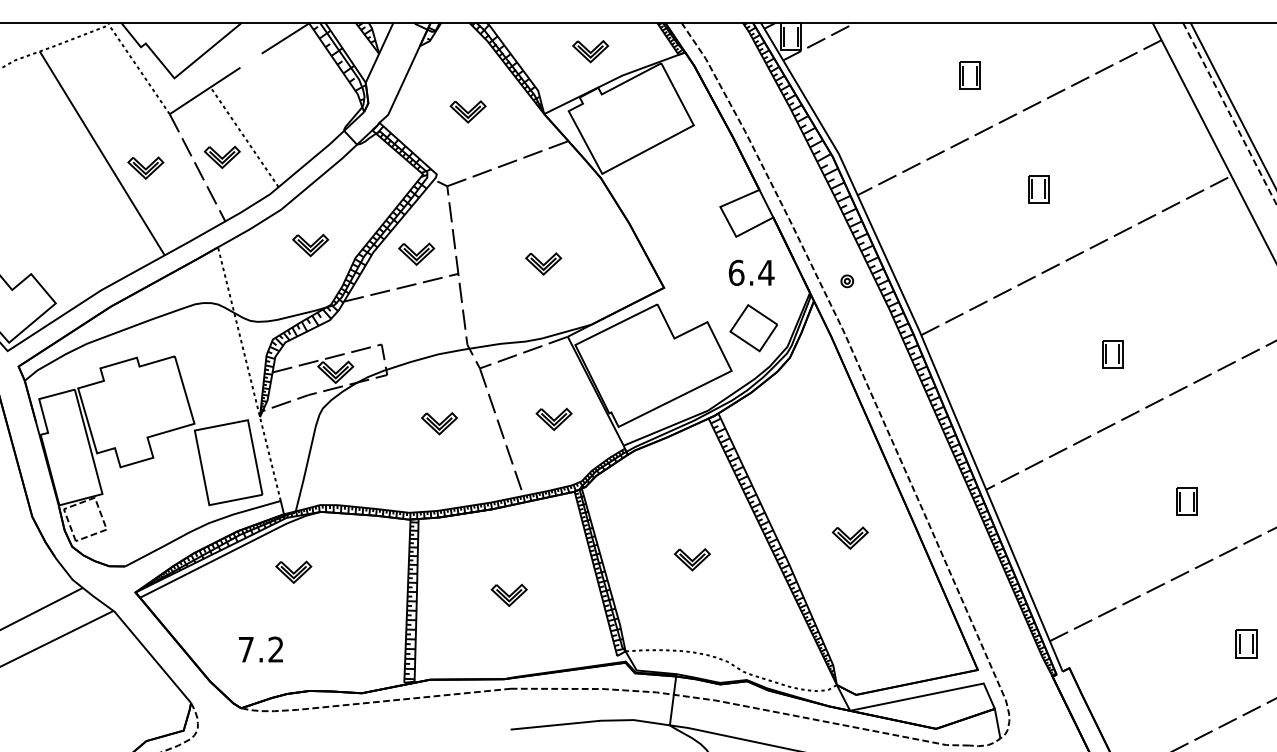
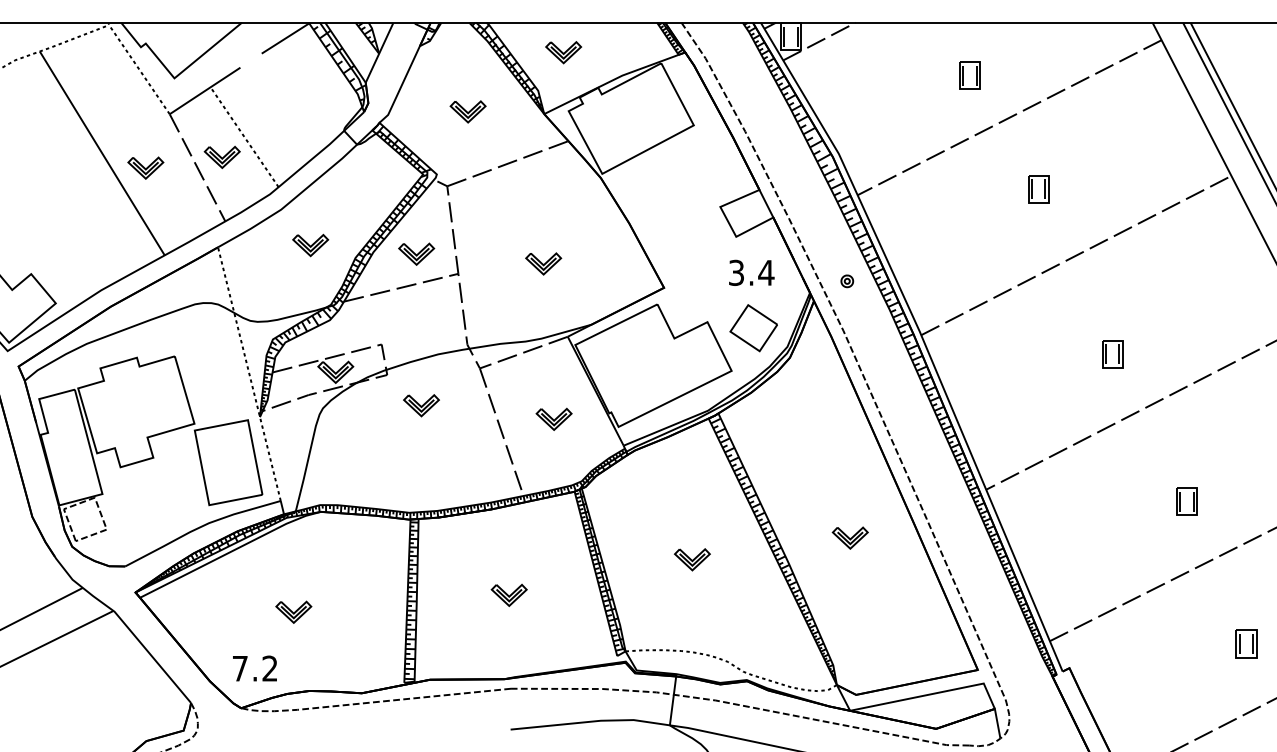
part at (590, 51) position: (590, 51) -> (563, 52)
line at (1230, 114): dashed -> solid
text at (736, 272): 6.4 -> 3.4
part at (439, 423) position: (439, 423) -> (421, 405)
part at (293, 571) position: (293, 571) -> (293, 611)
text at (260, 649) position: (260, 649) -> (254, 668)
